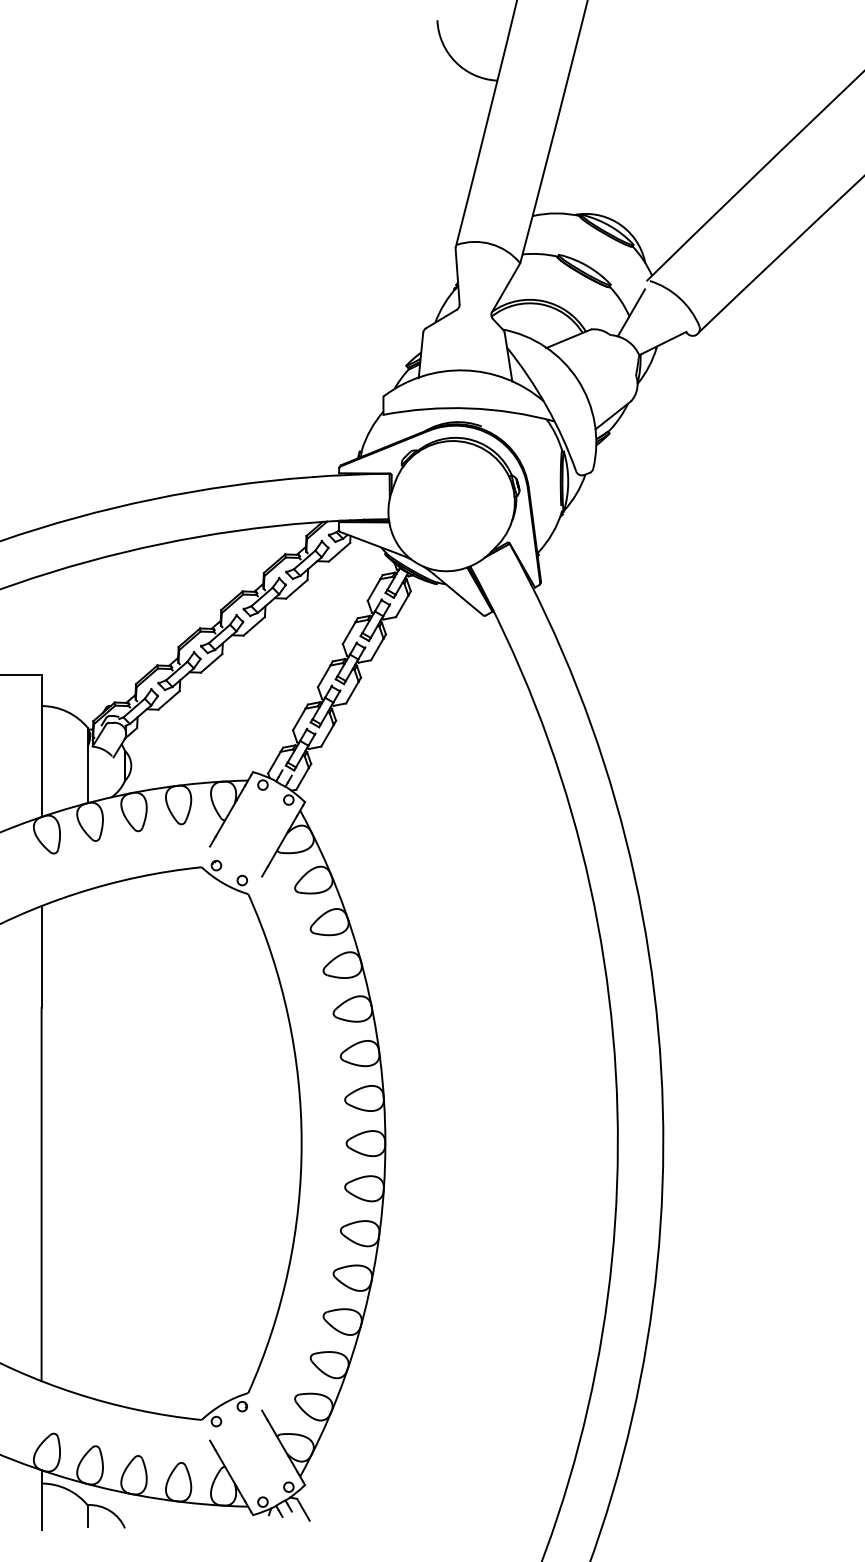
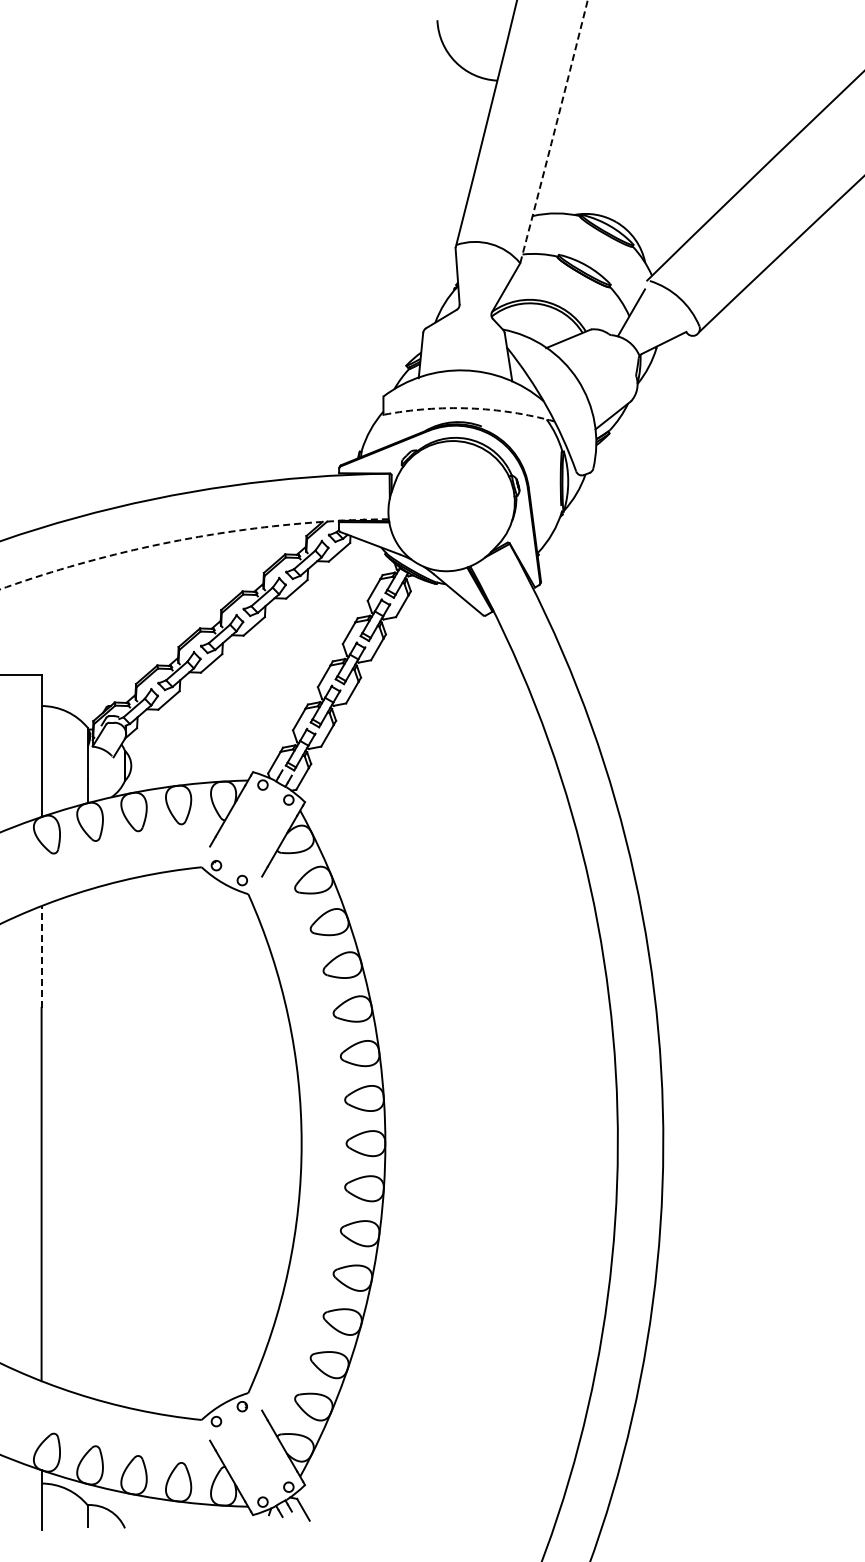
arc at (554, 131): solid -> dashed
arc at (469, 408): solid -> dashed
arc at (192, 538): solid -> dashed
line at (41, 956): solid -> dashed
